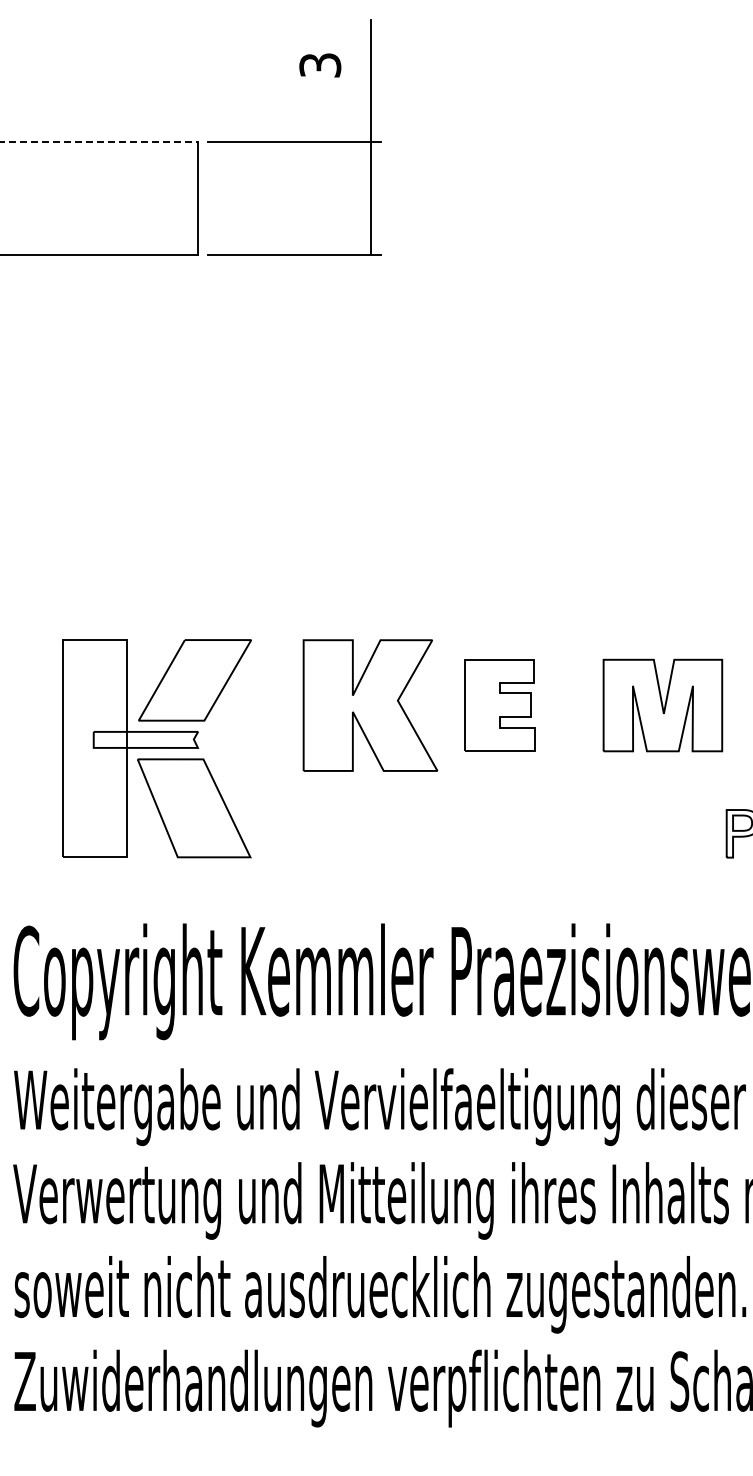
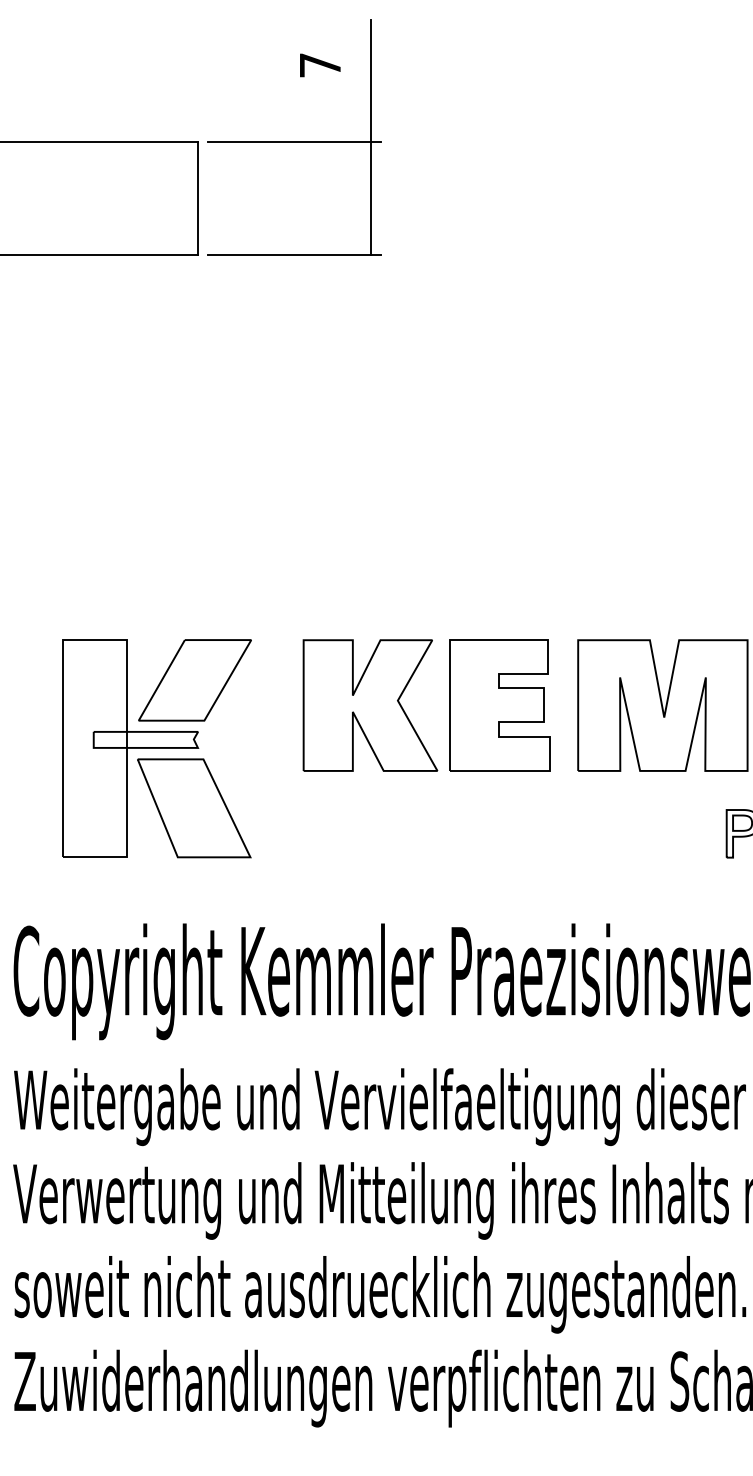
text at (320, 65): 3 -> 7
line at (99, 141): dashed -> solid
part at (499, 705) size: 72x93 px -> 102x133 px
part at (662, 705) size: 122x95 px -> 172x133 px
